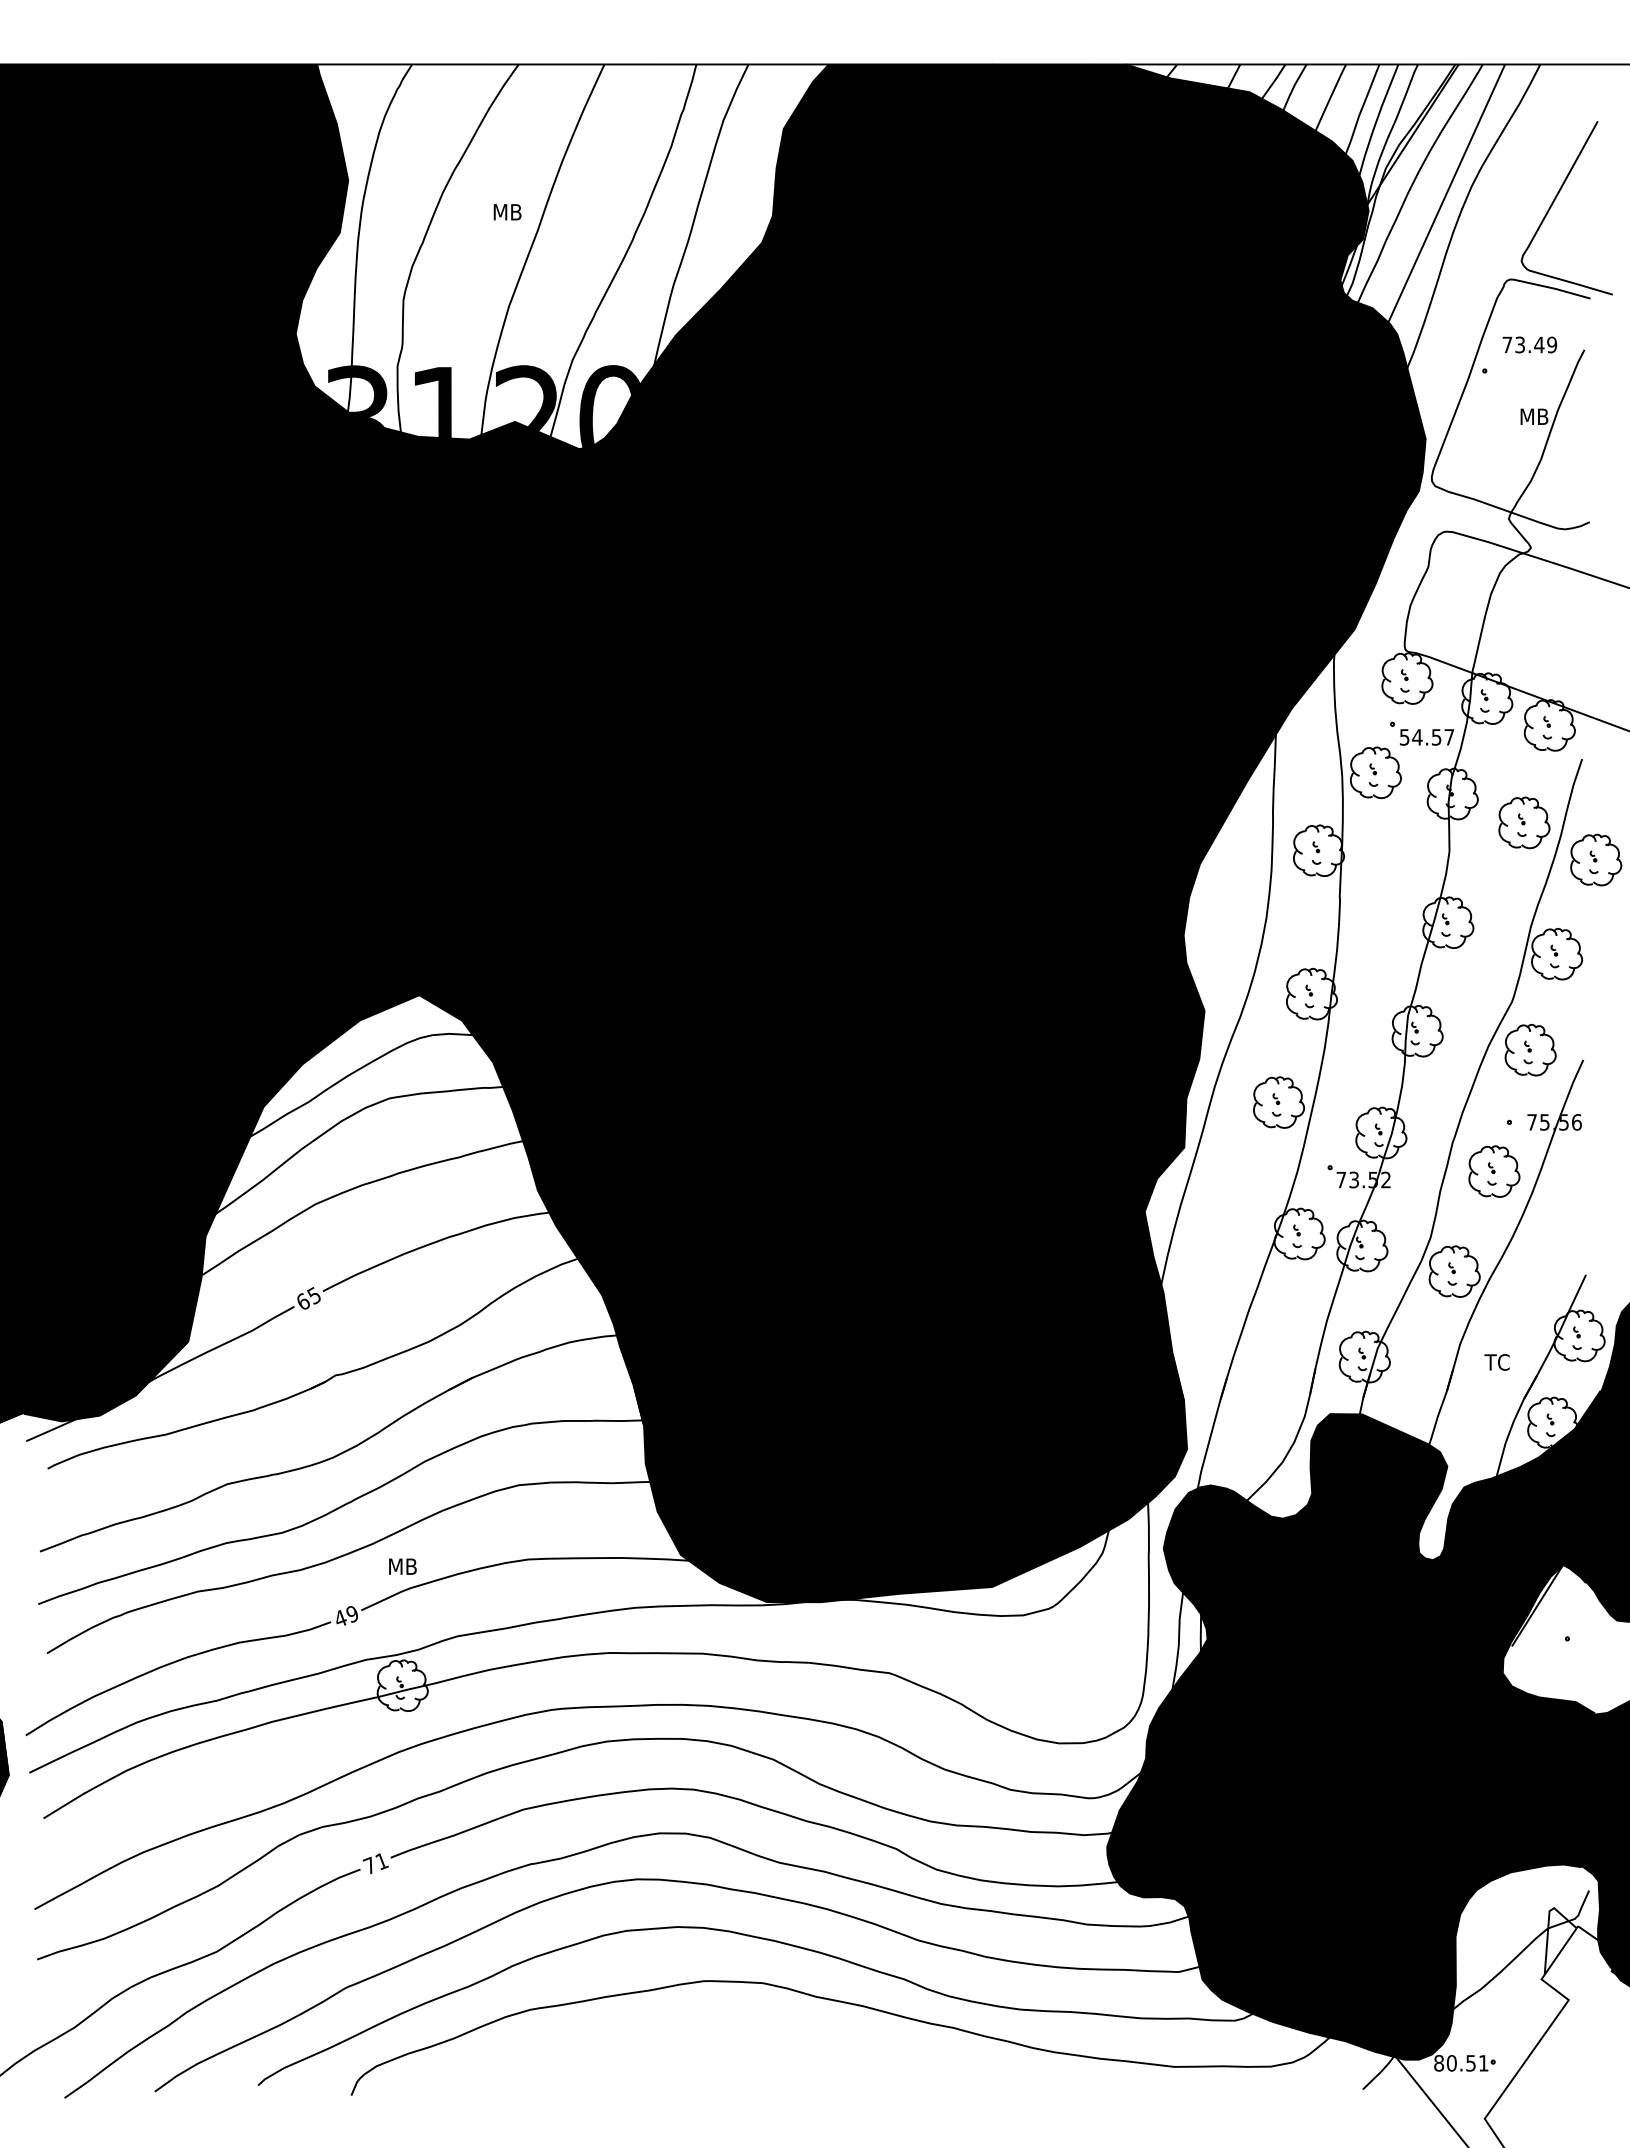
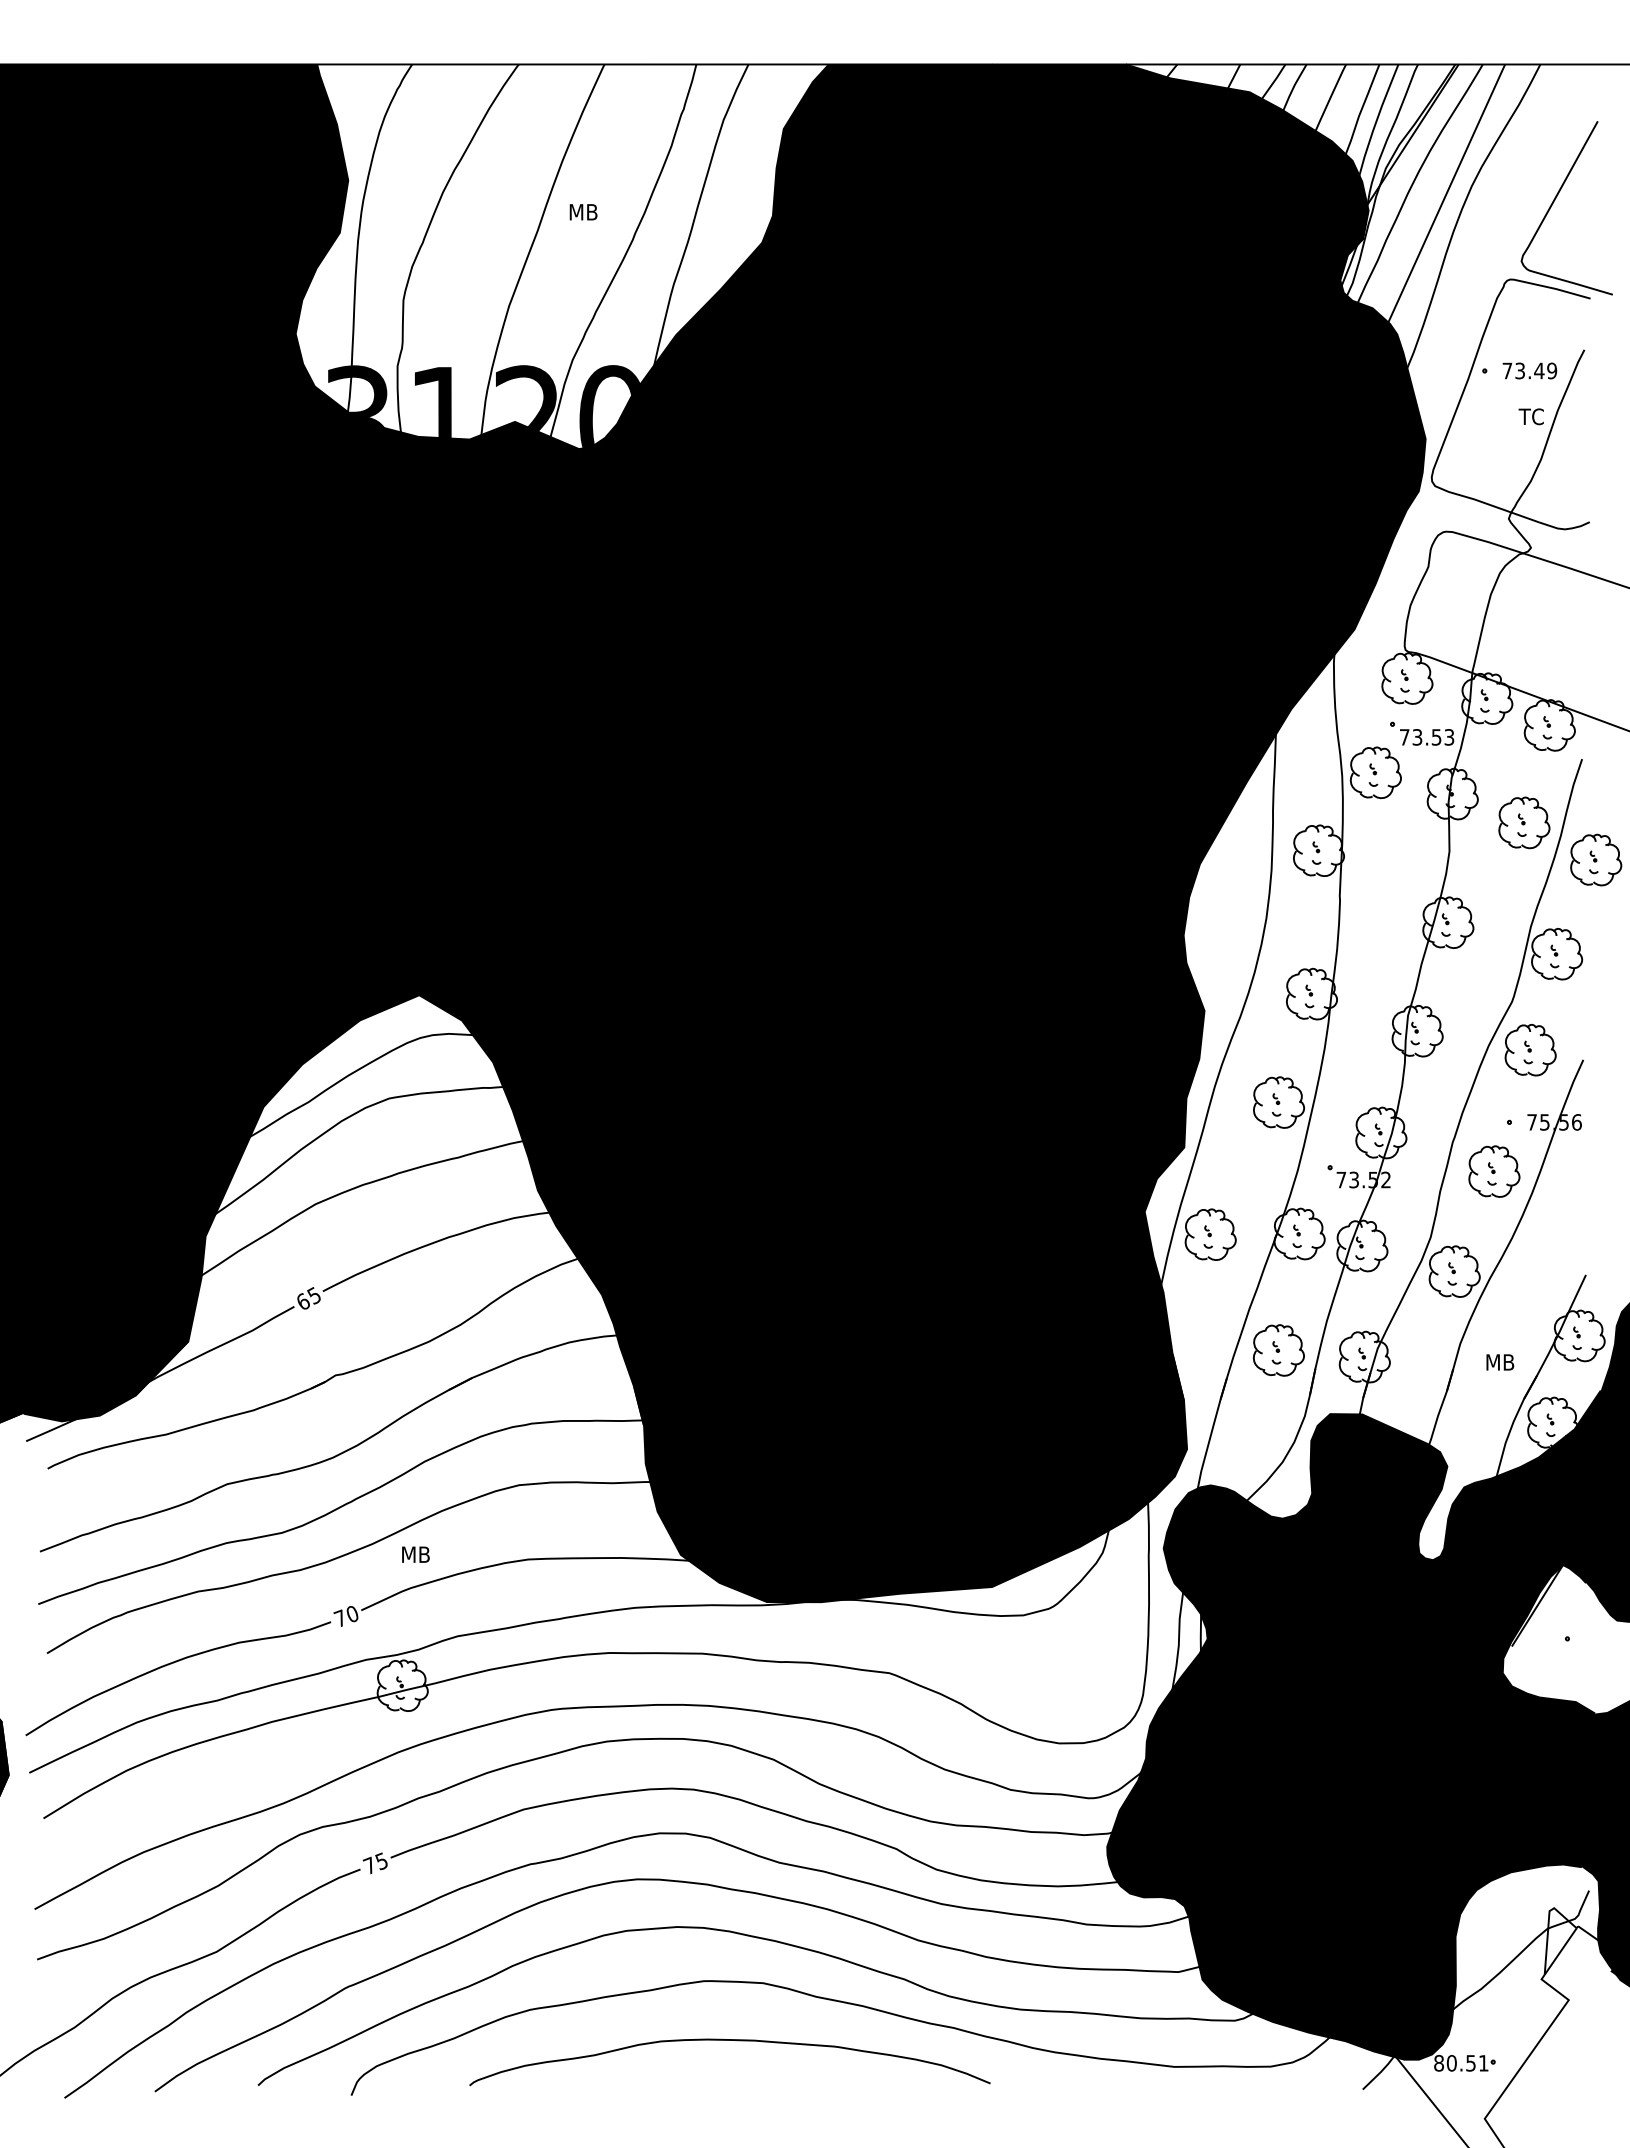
text at (507, 212) position: (507, 212) -> (583, 212)
text at (1529, 344) position: (1529, 344) -> (1529, 370)
text at (1533, 416): MB -> TC
text at (1427, 737): 54.57 -> 73.53
part at (1210, 1234): none -> present
part at (1278, 1350): none -> present
text at (1499, 1362): TC -> MB
text at (402, 1566) position: (402, 1566) -> (415, 1554)
text at (345, 1616): 49 -> 70
text at (381, 1861): 71 -> 75
curve at (729, 2040): none -> present
